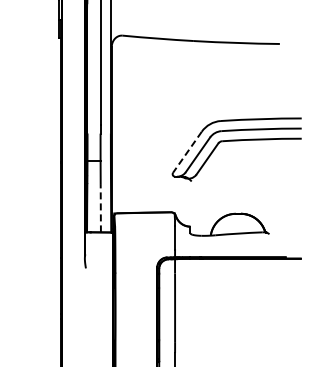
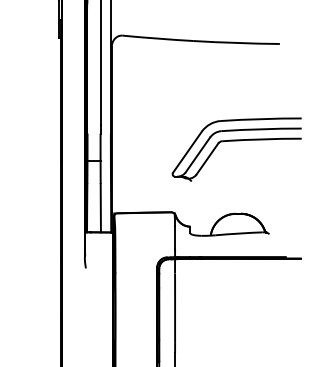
line at (187, 152): dashed -> solid
line at (100, 207): dashed -> solid
